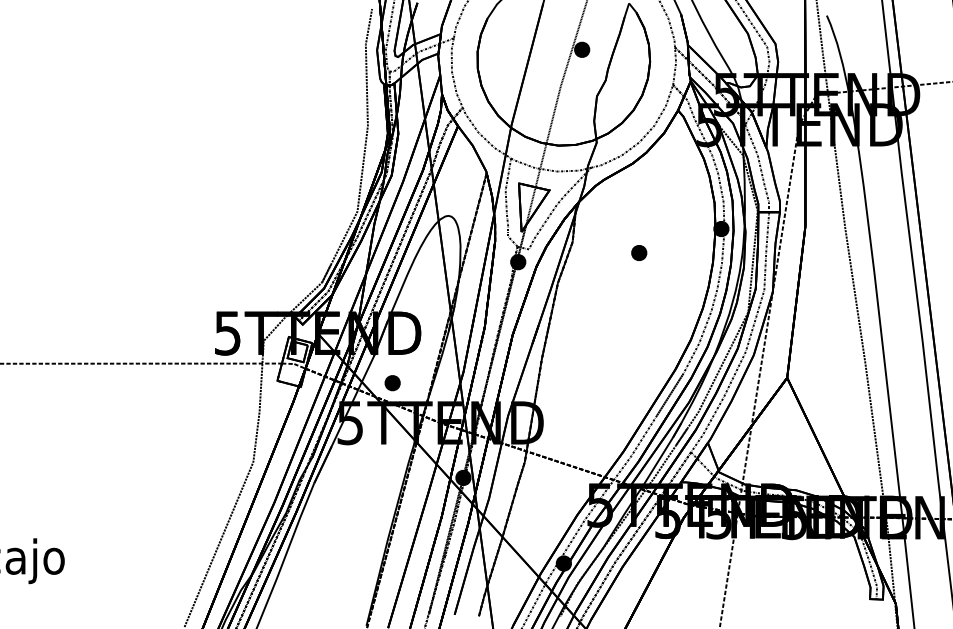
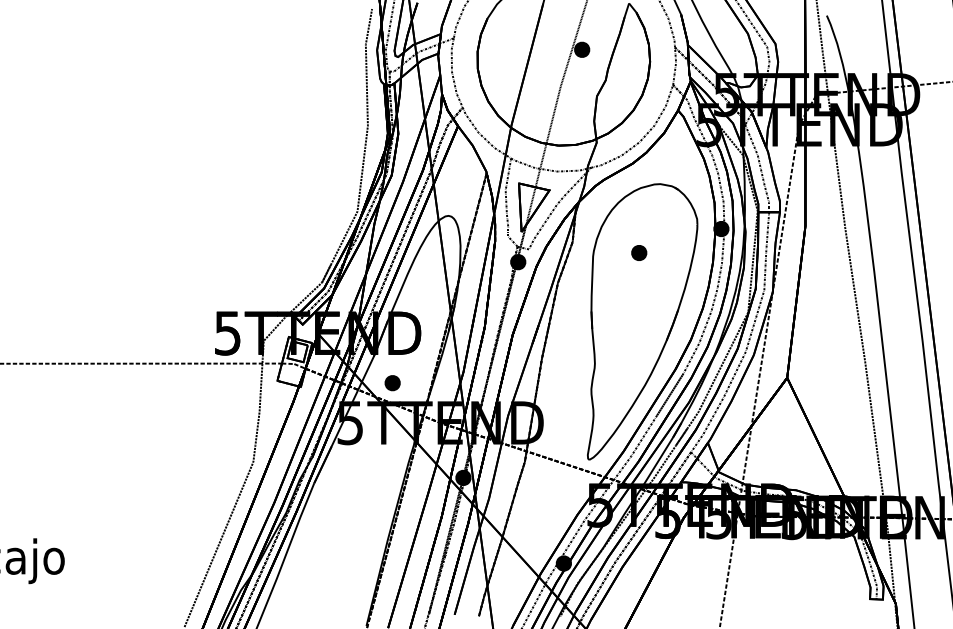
part at (642, 321): none -> present
